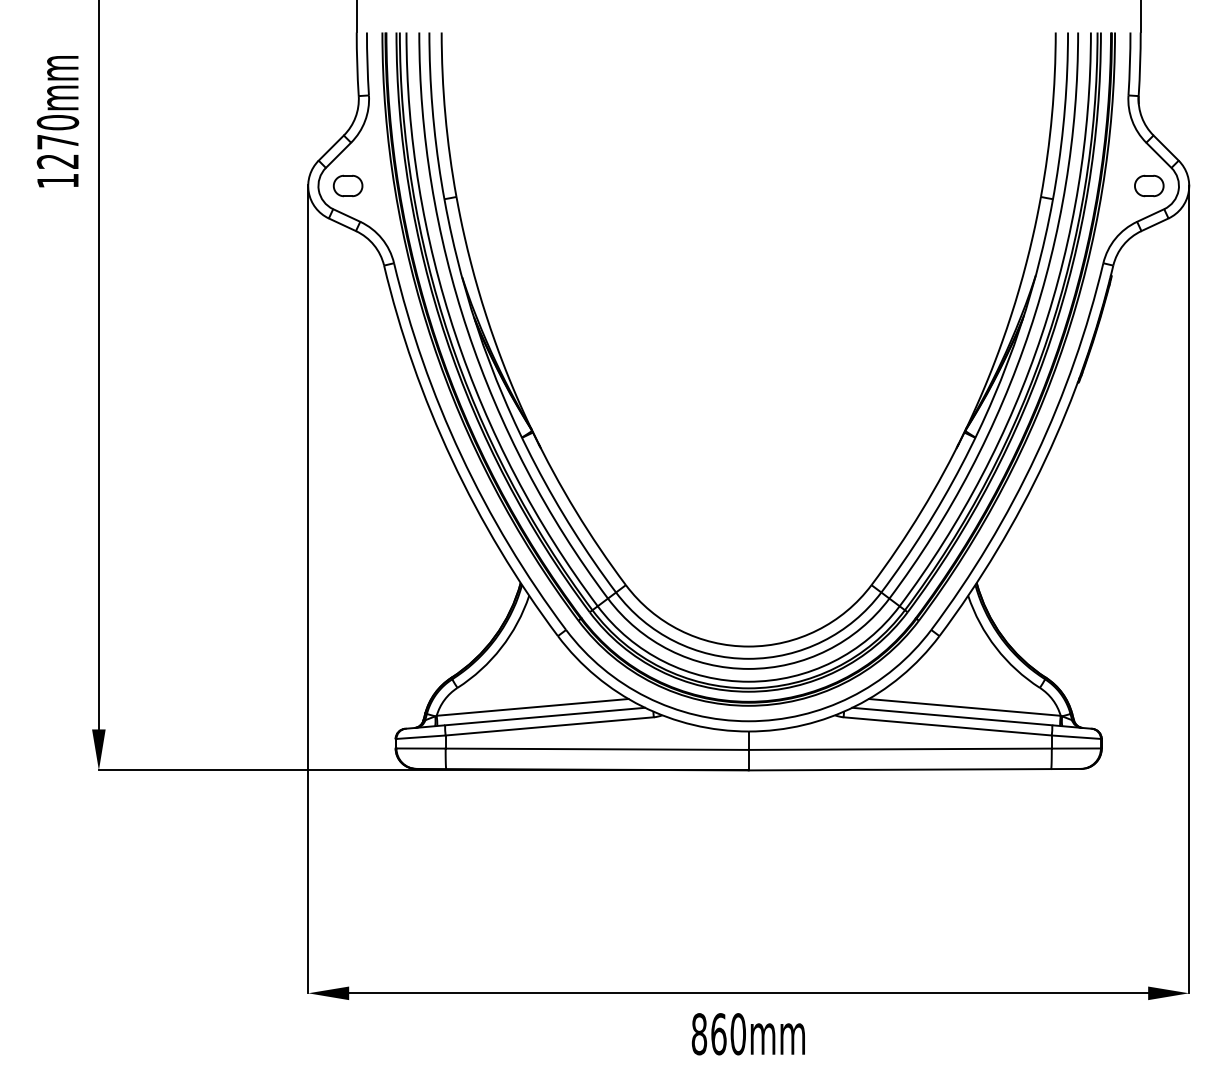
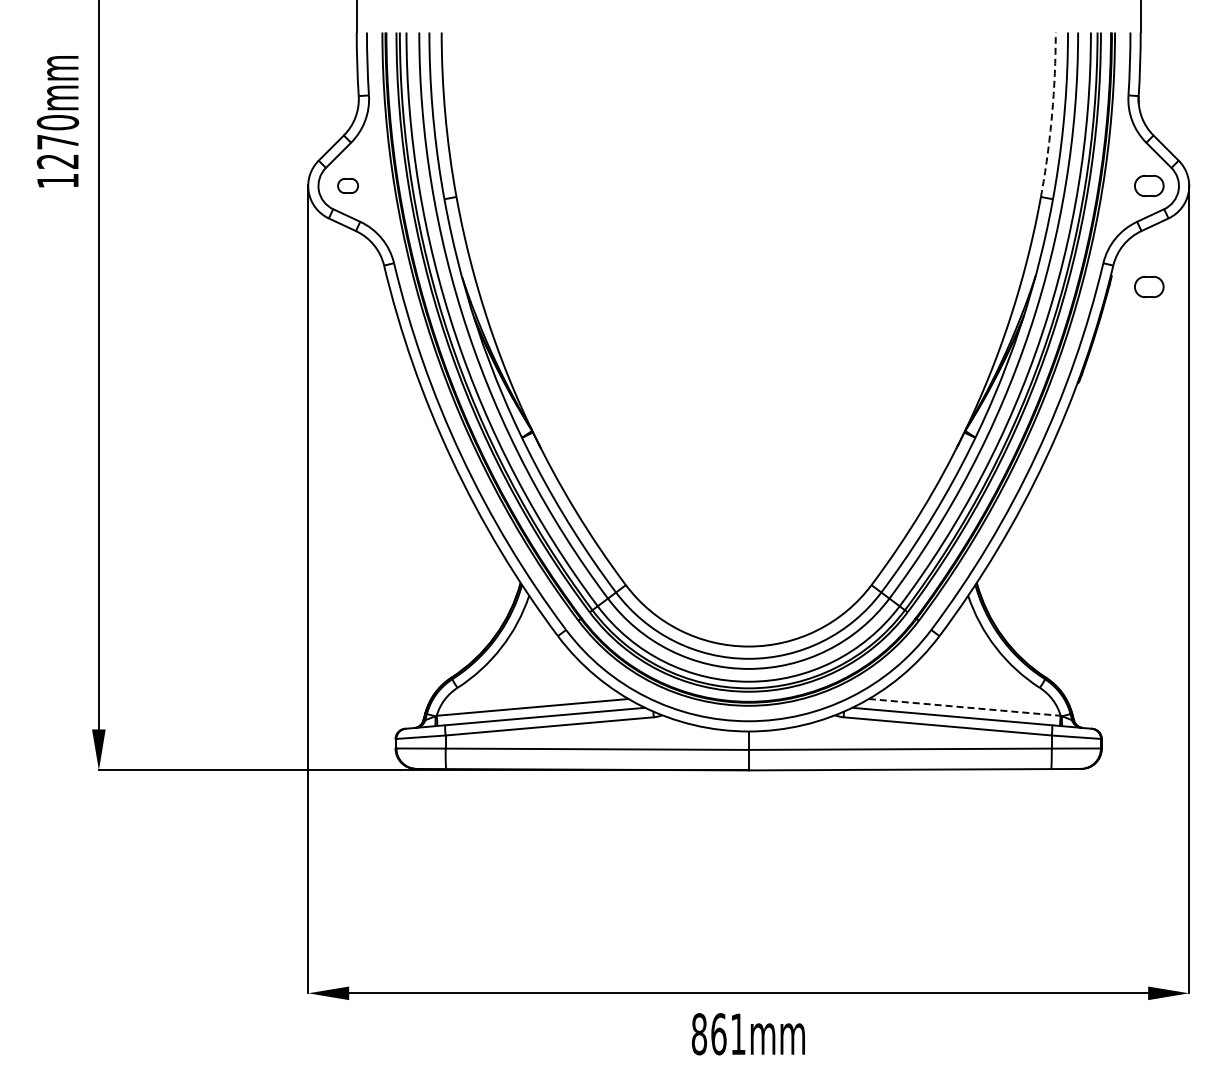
arc at (1052, 115): solid -> dashed
part at (347, 185) size: 32x24 px -> 22x16 px
part at (1149, 286): none -> present
line at (965, 707): solid -> dashed
text at (737, 1034): 860mm -> 861mm
